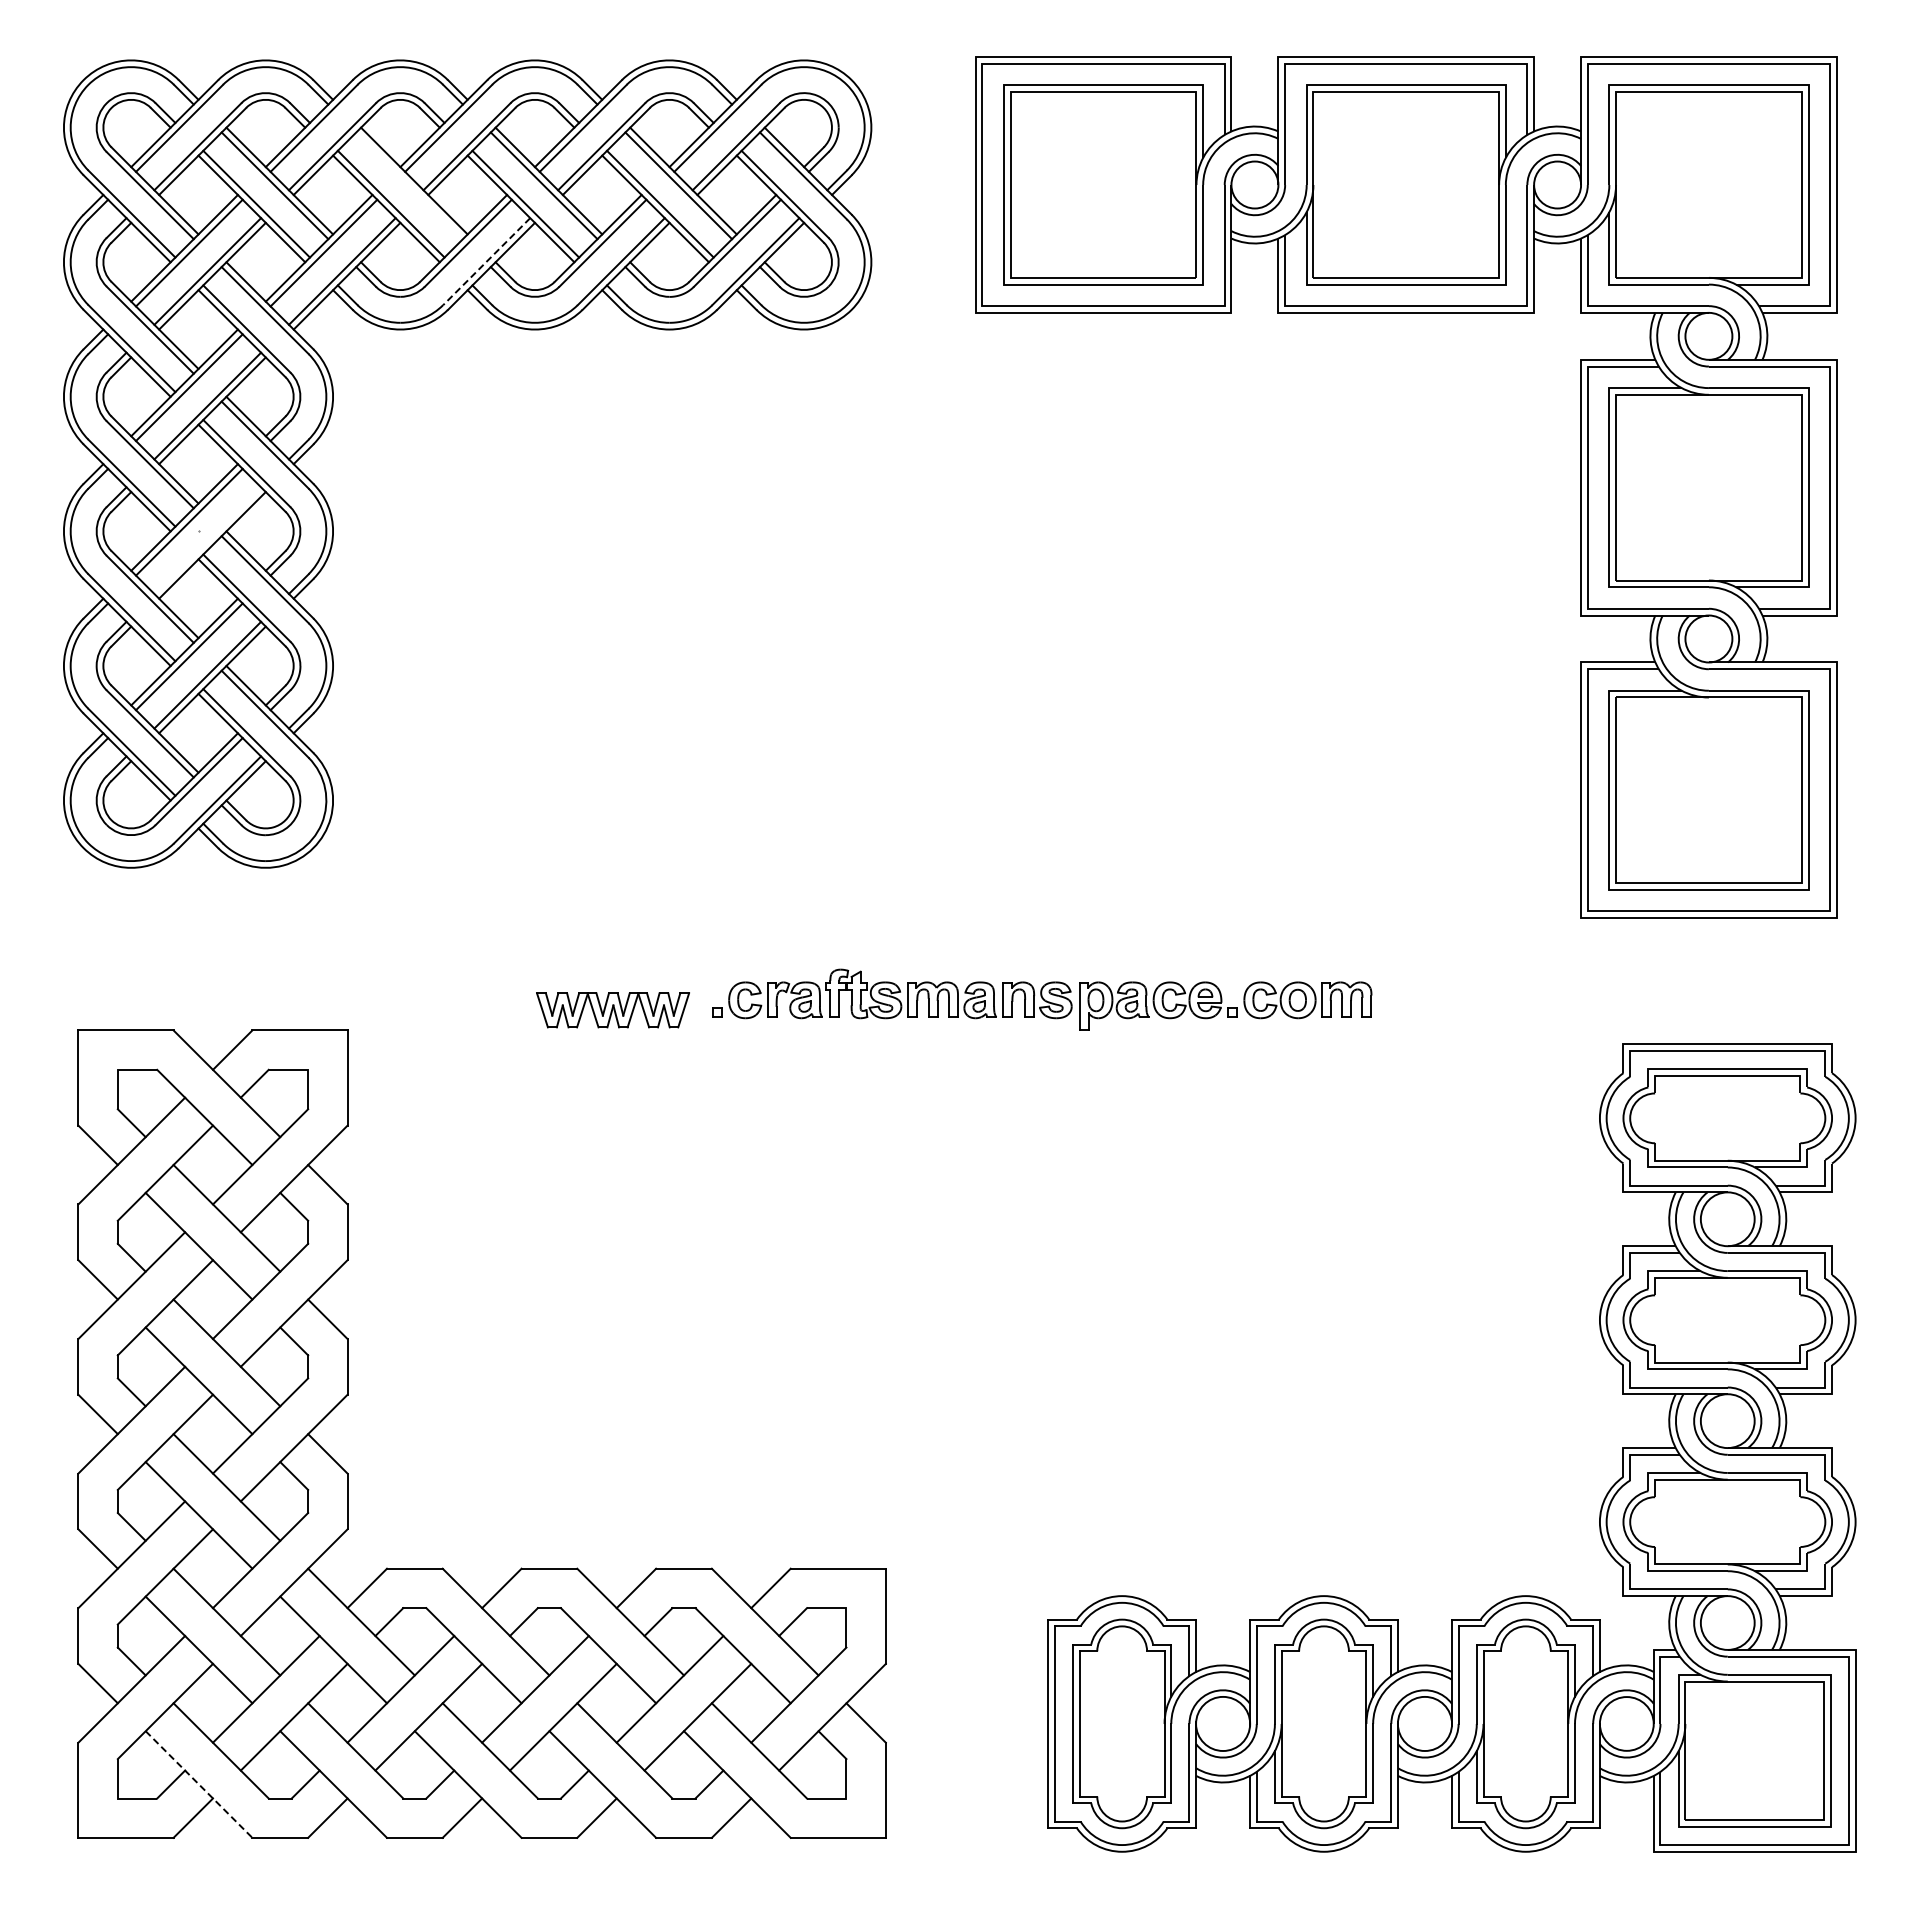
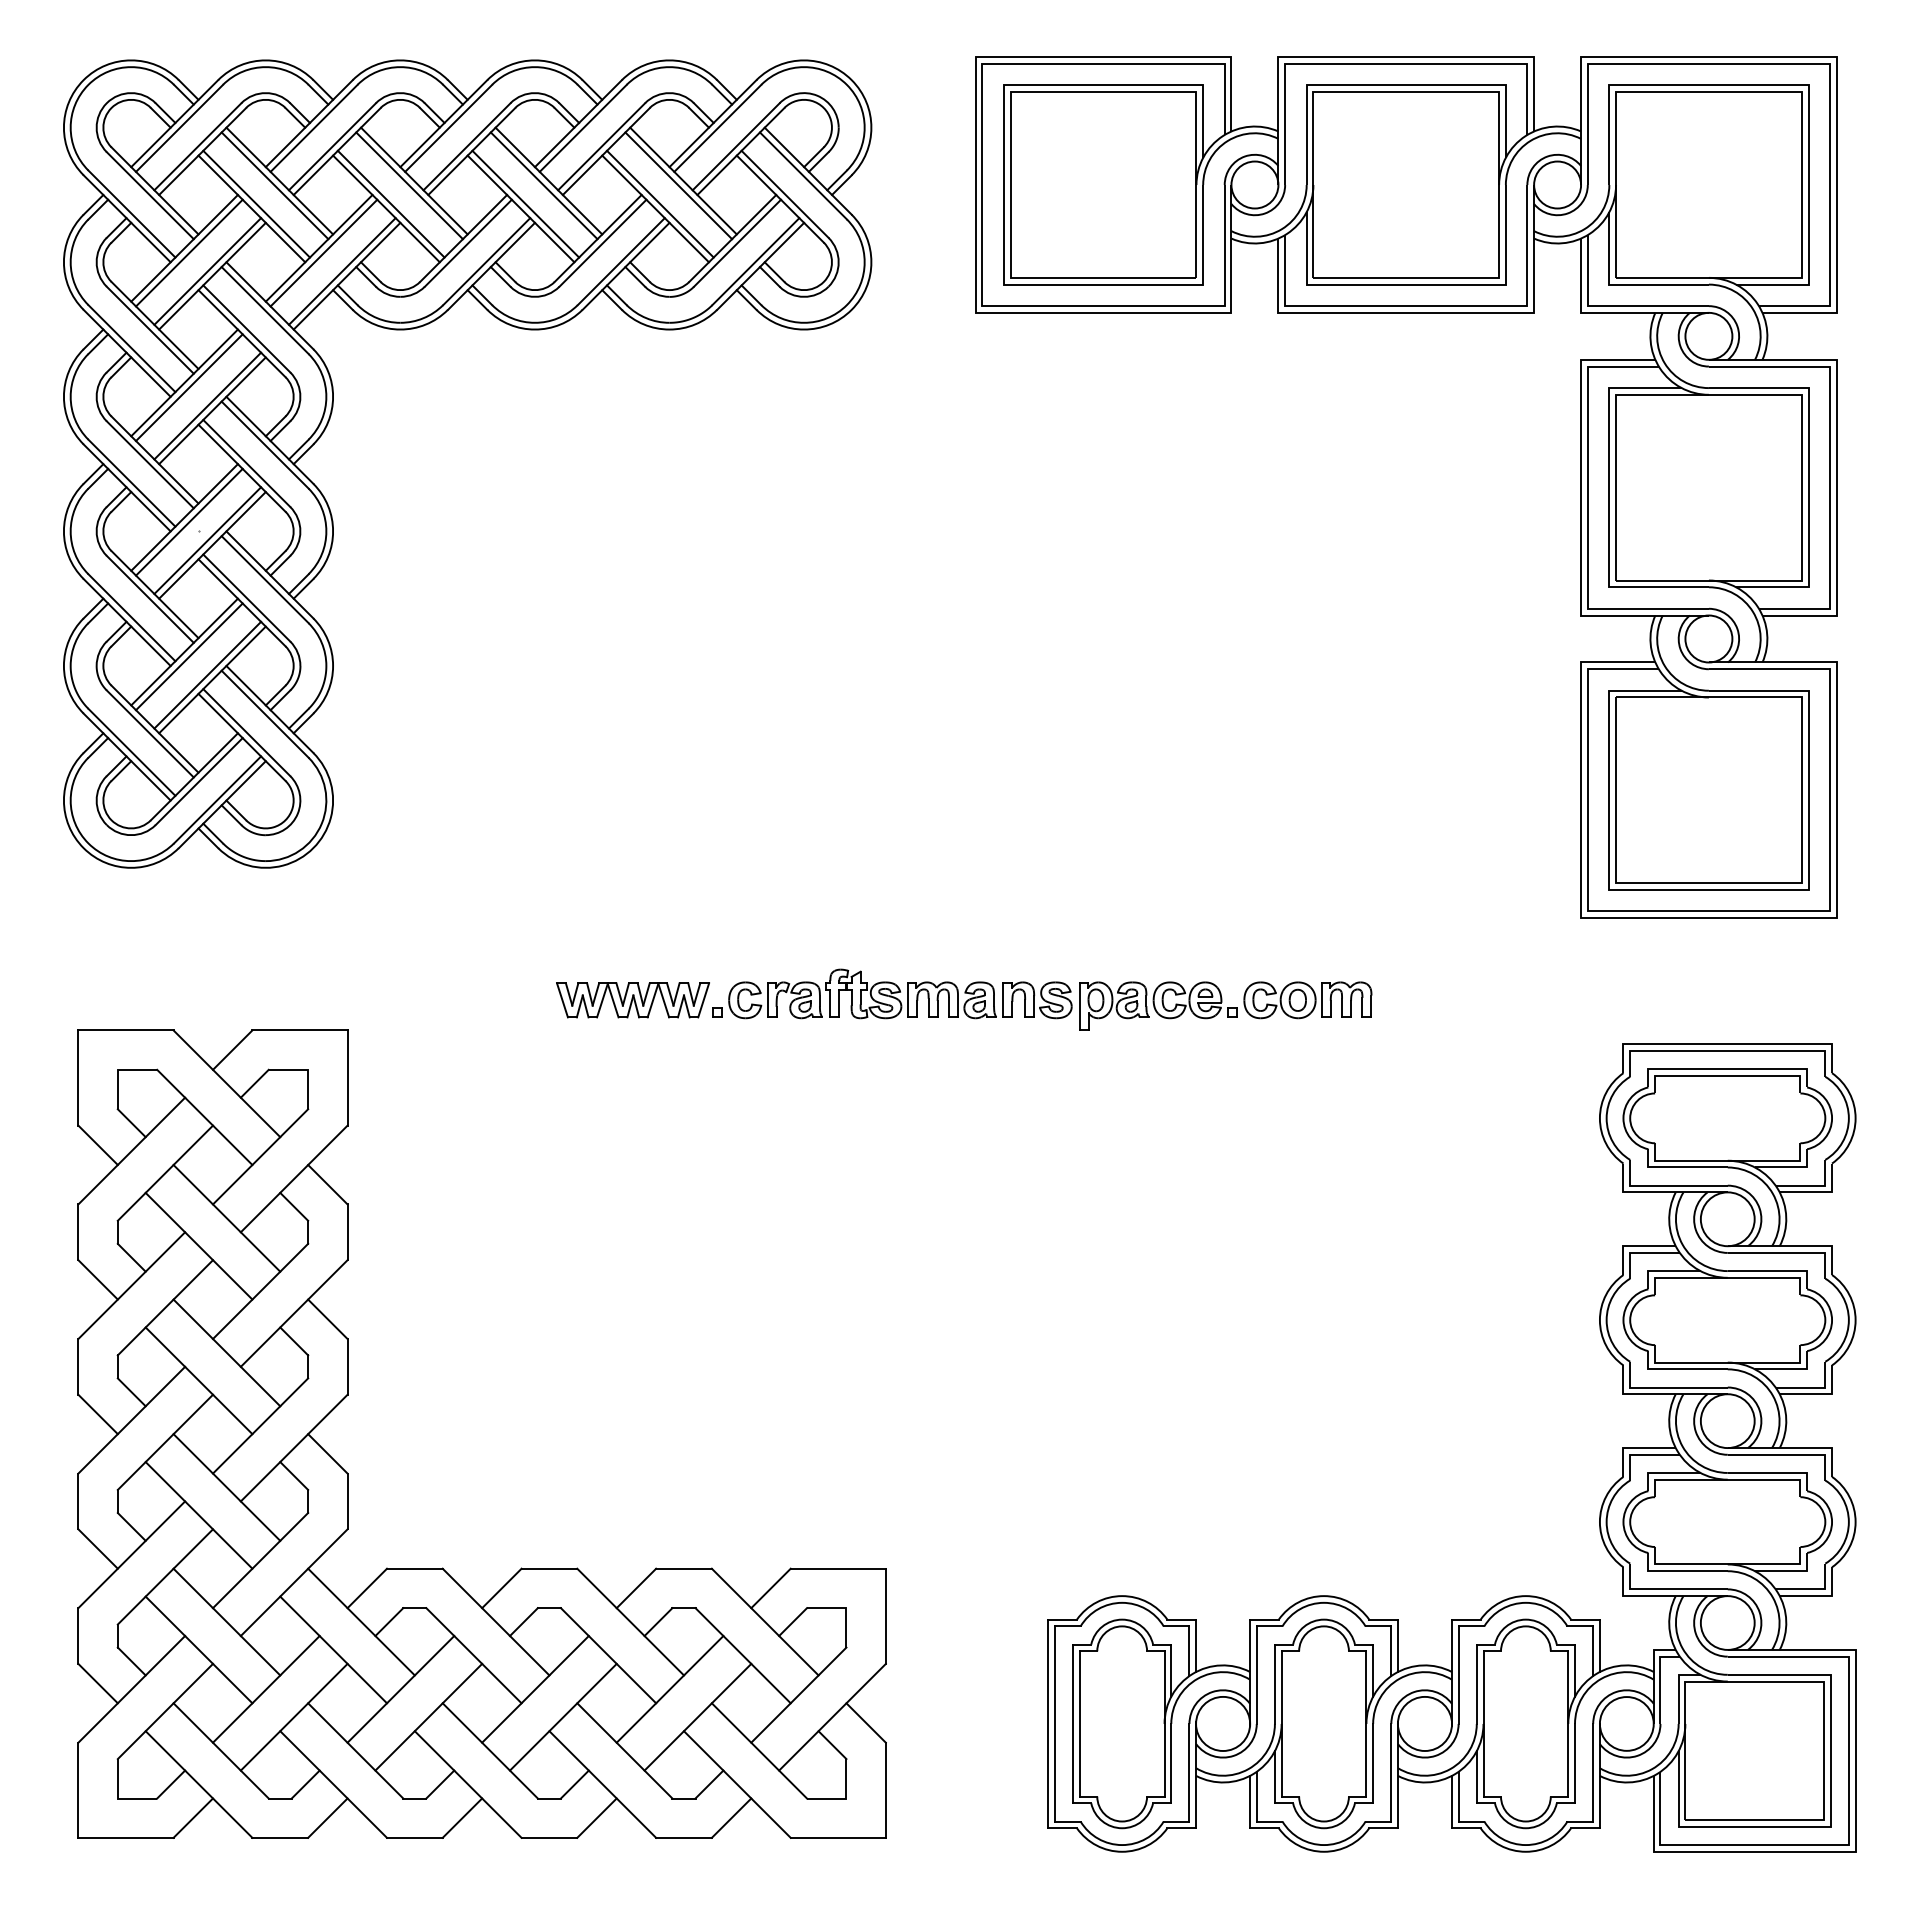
line at (409, 185): none -> present
line at (486, 261): dashed -> solid
line at (207, 540): none -> present
part at (612, 1010) position: (612, 1010) -> (632, 1000)
line at (199, 1784): dashed -> solid
